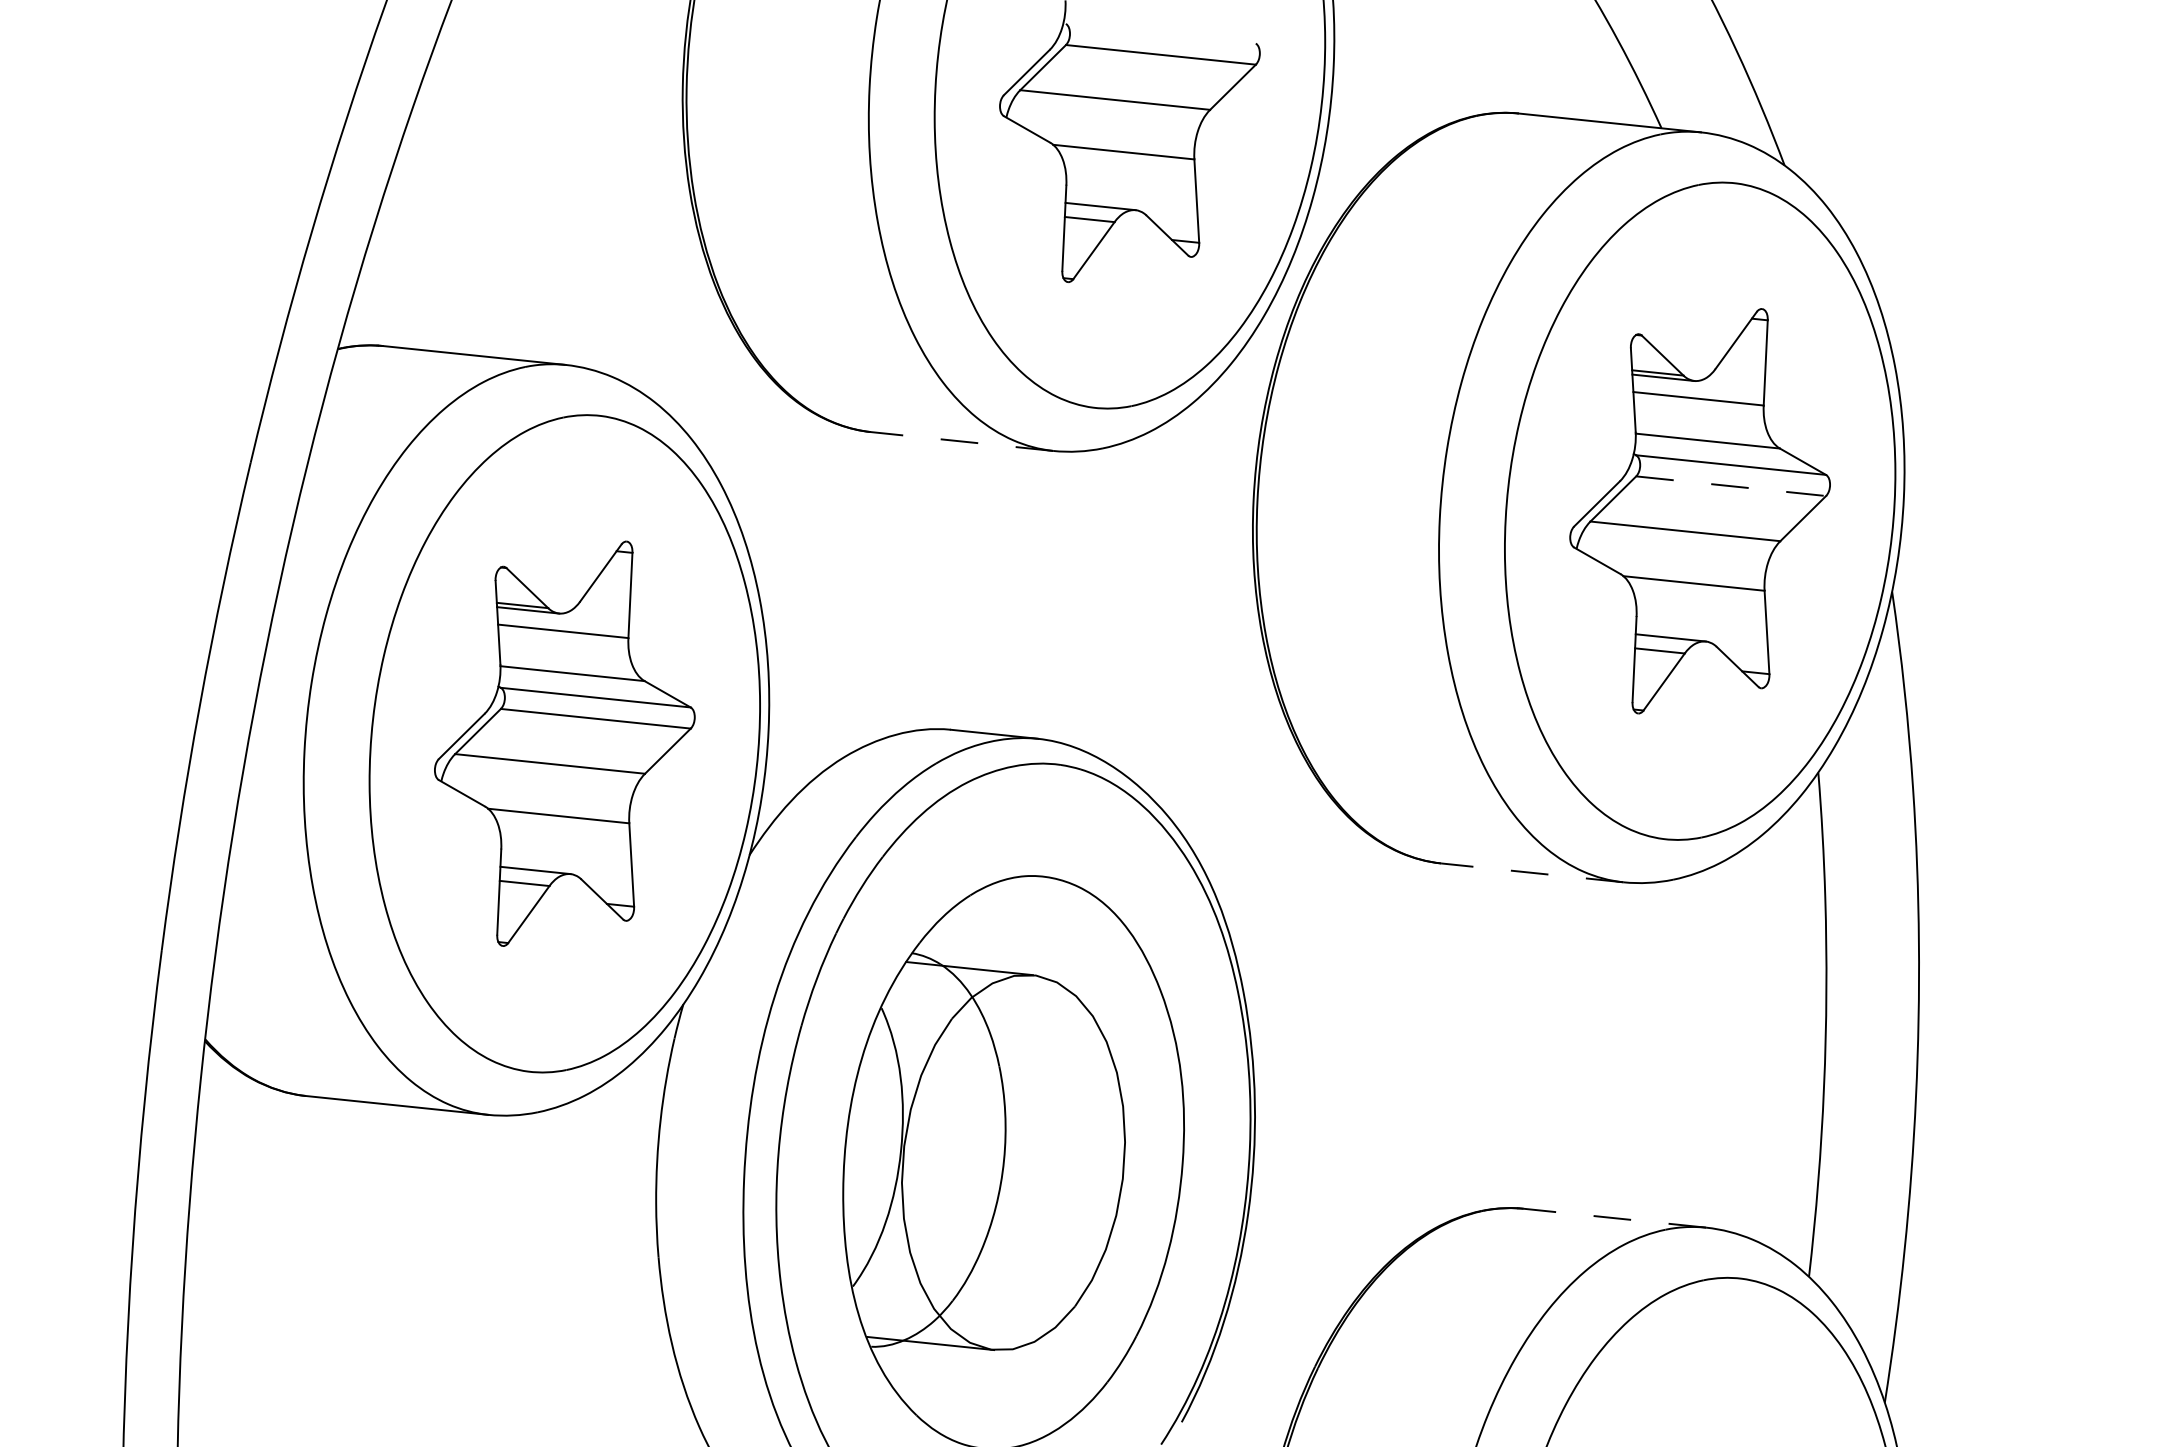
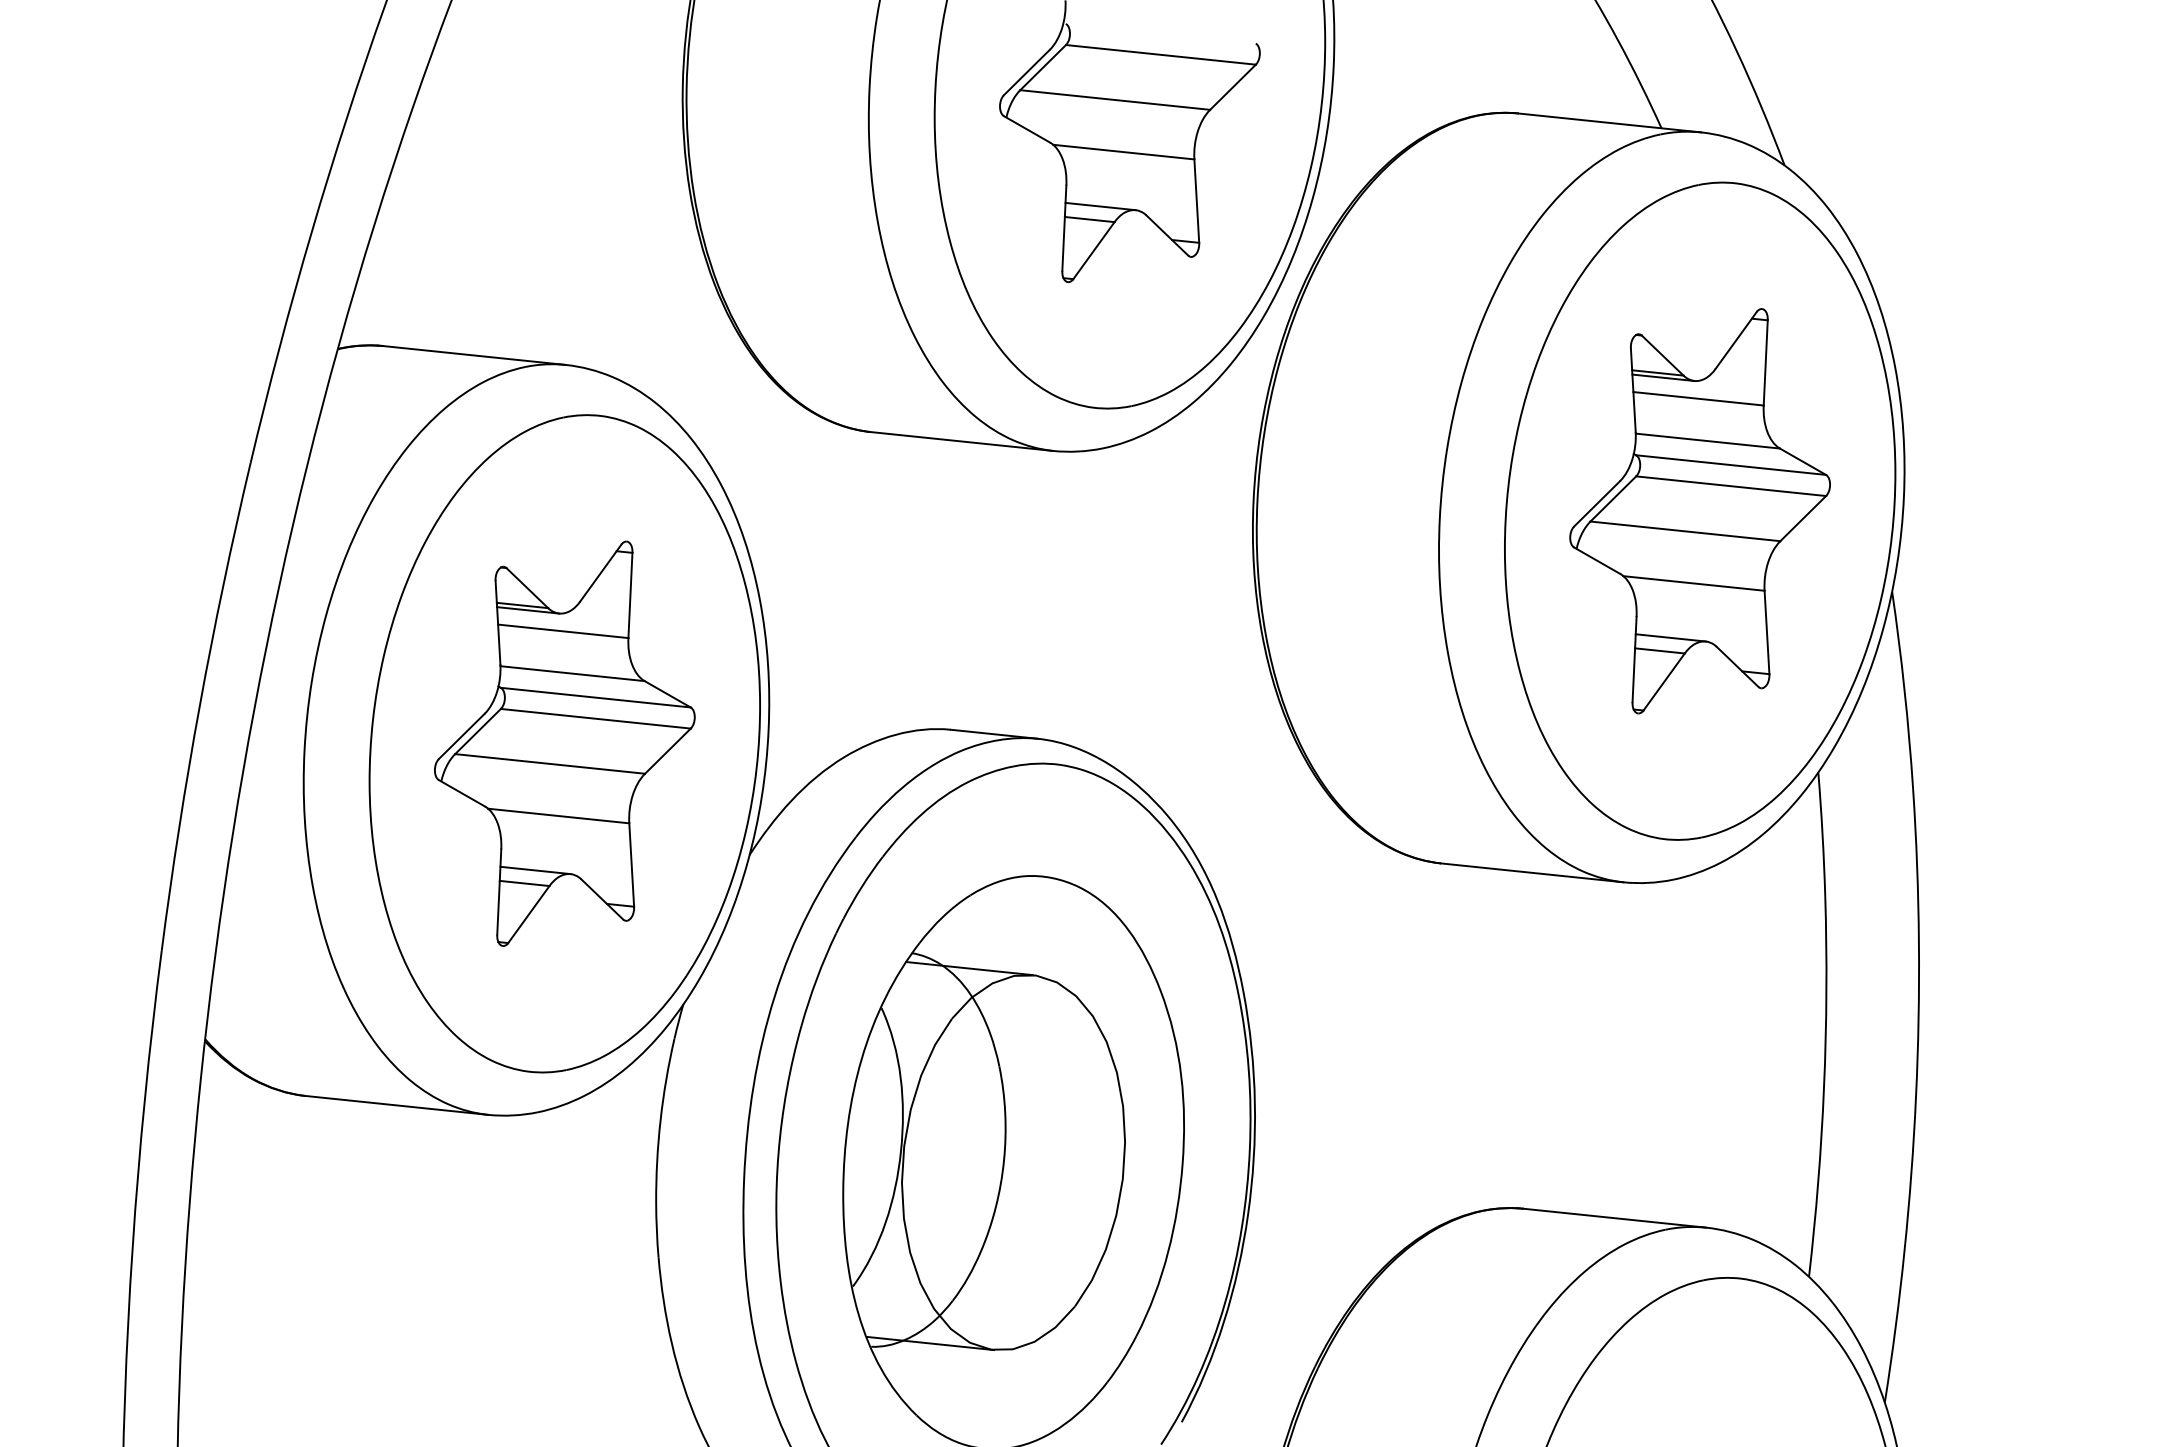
line at (962, 441): dashed -> solid
line at (1731, 486): dashed -> solid
line at (1532, 872): dashed -> solid
line at (1614, 1218): dashed -> solid
